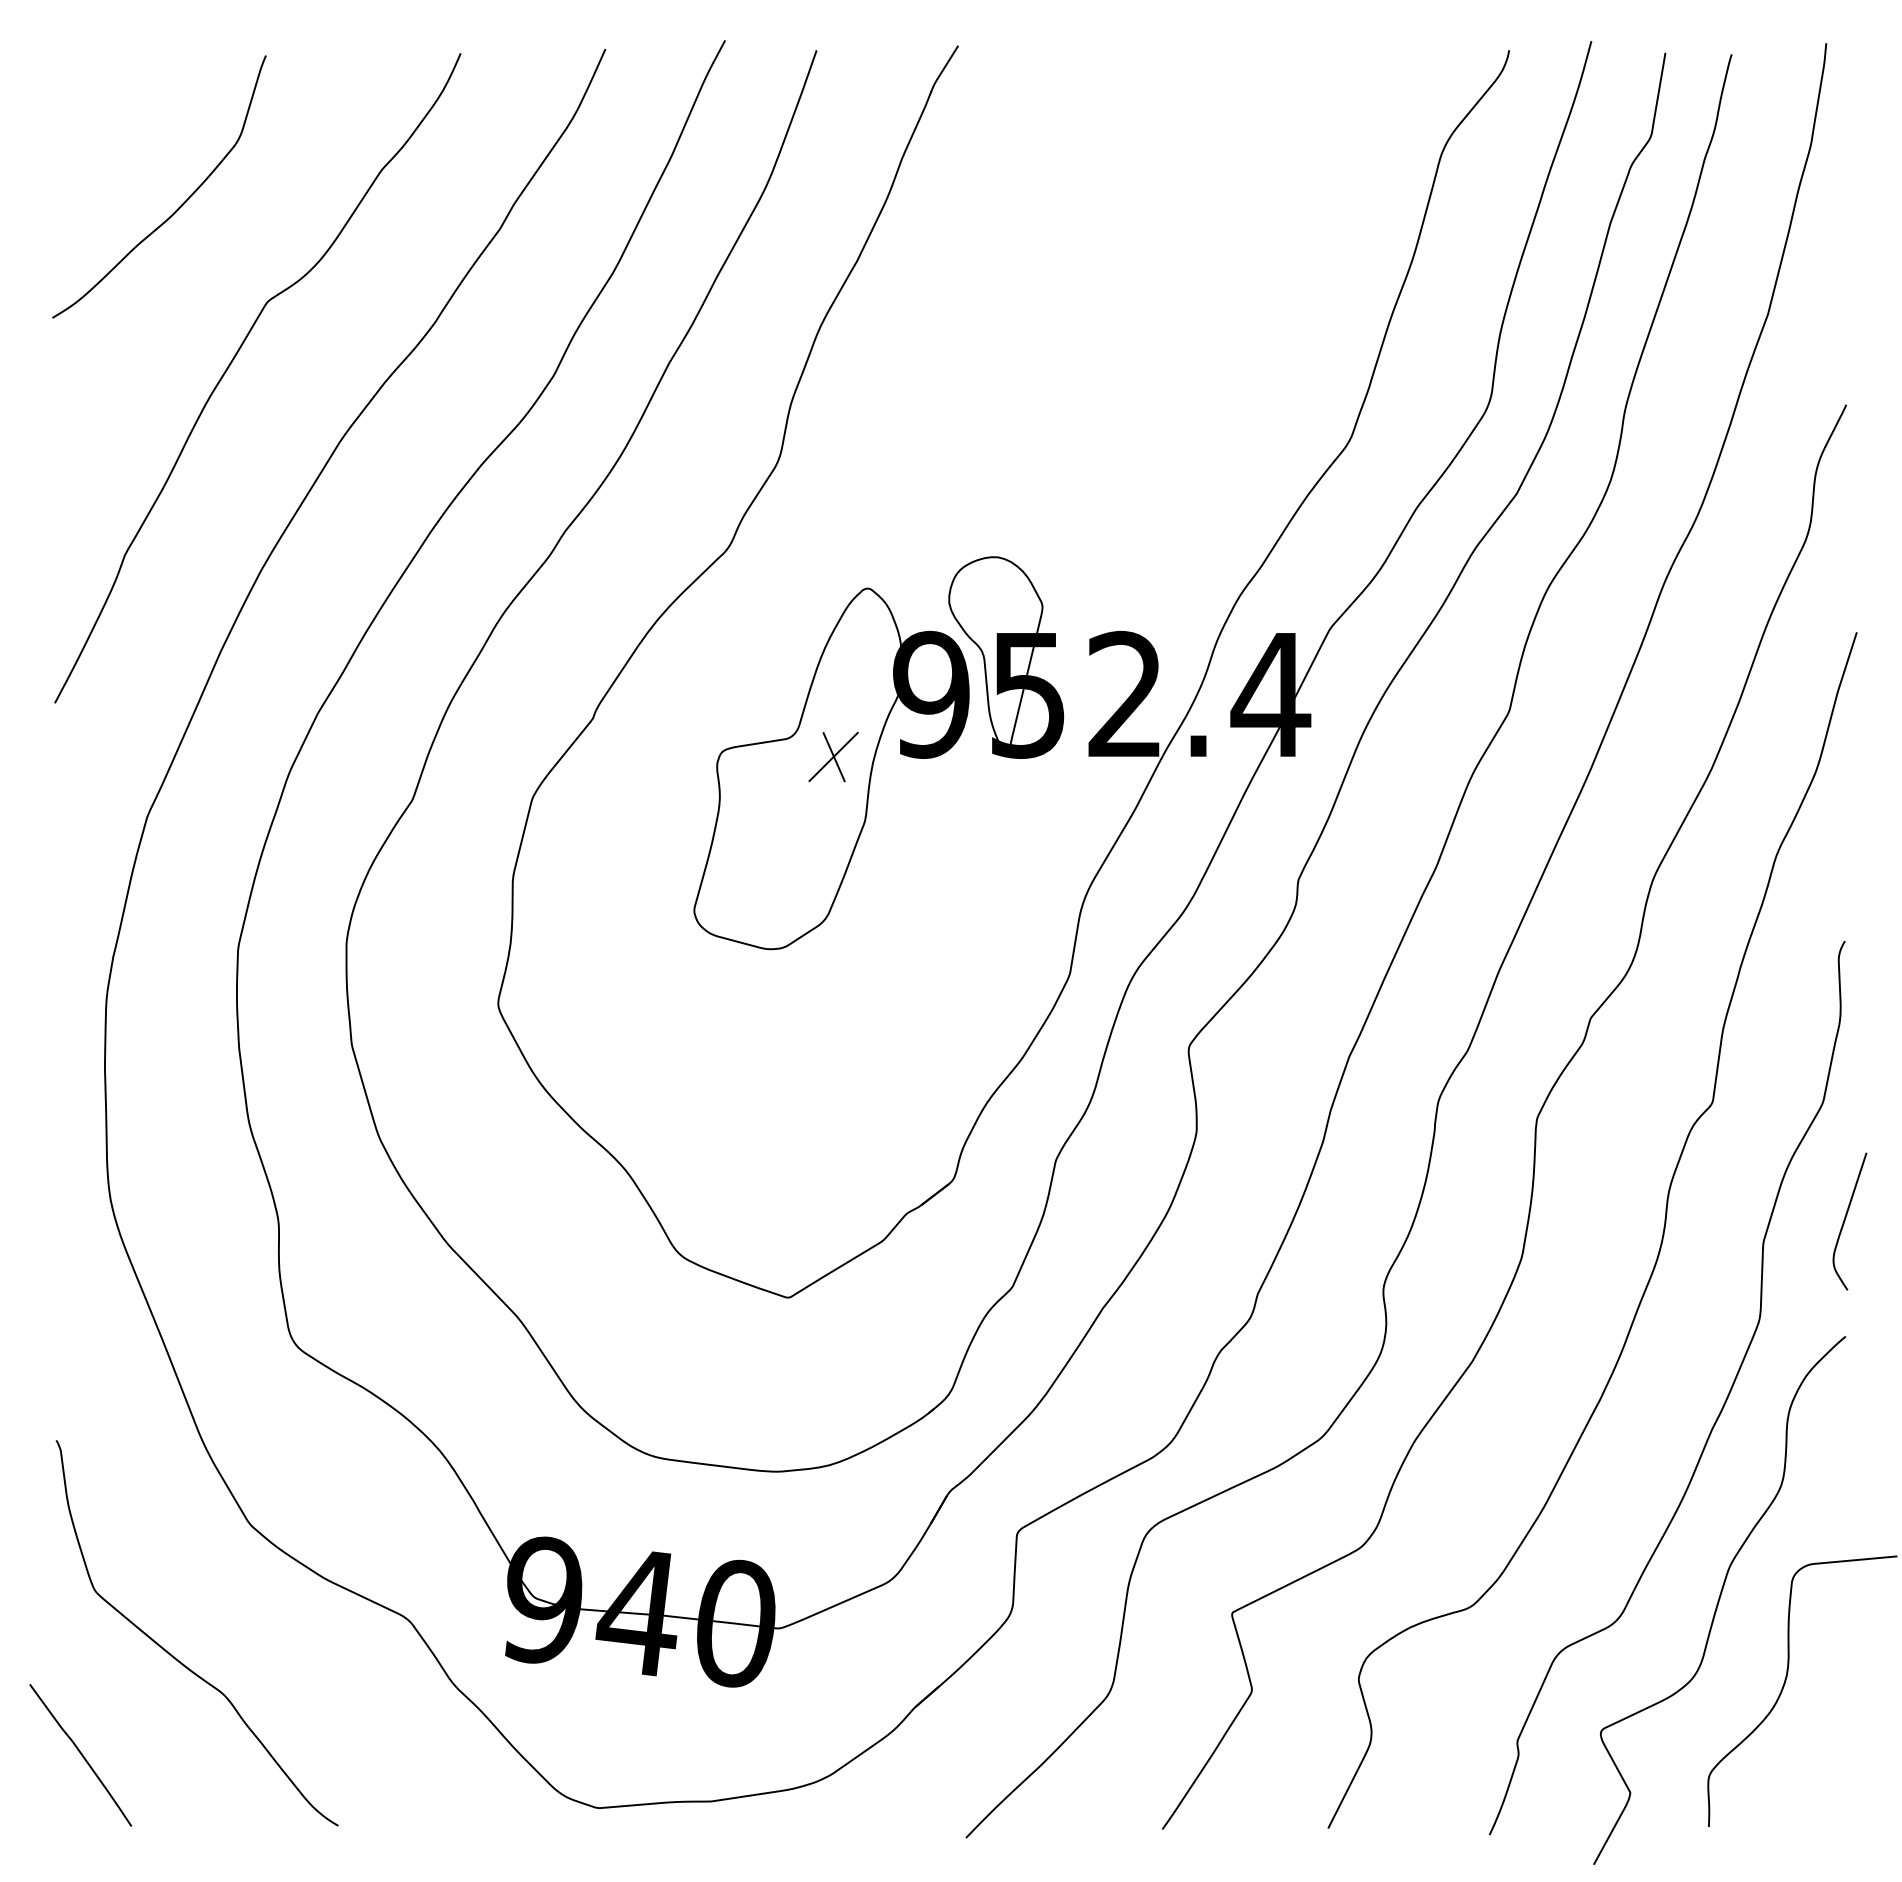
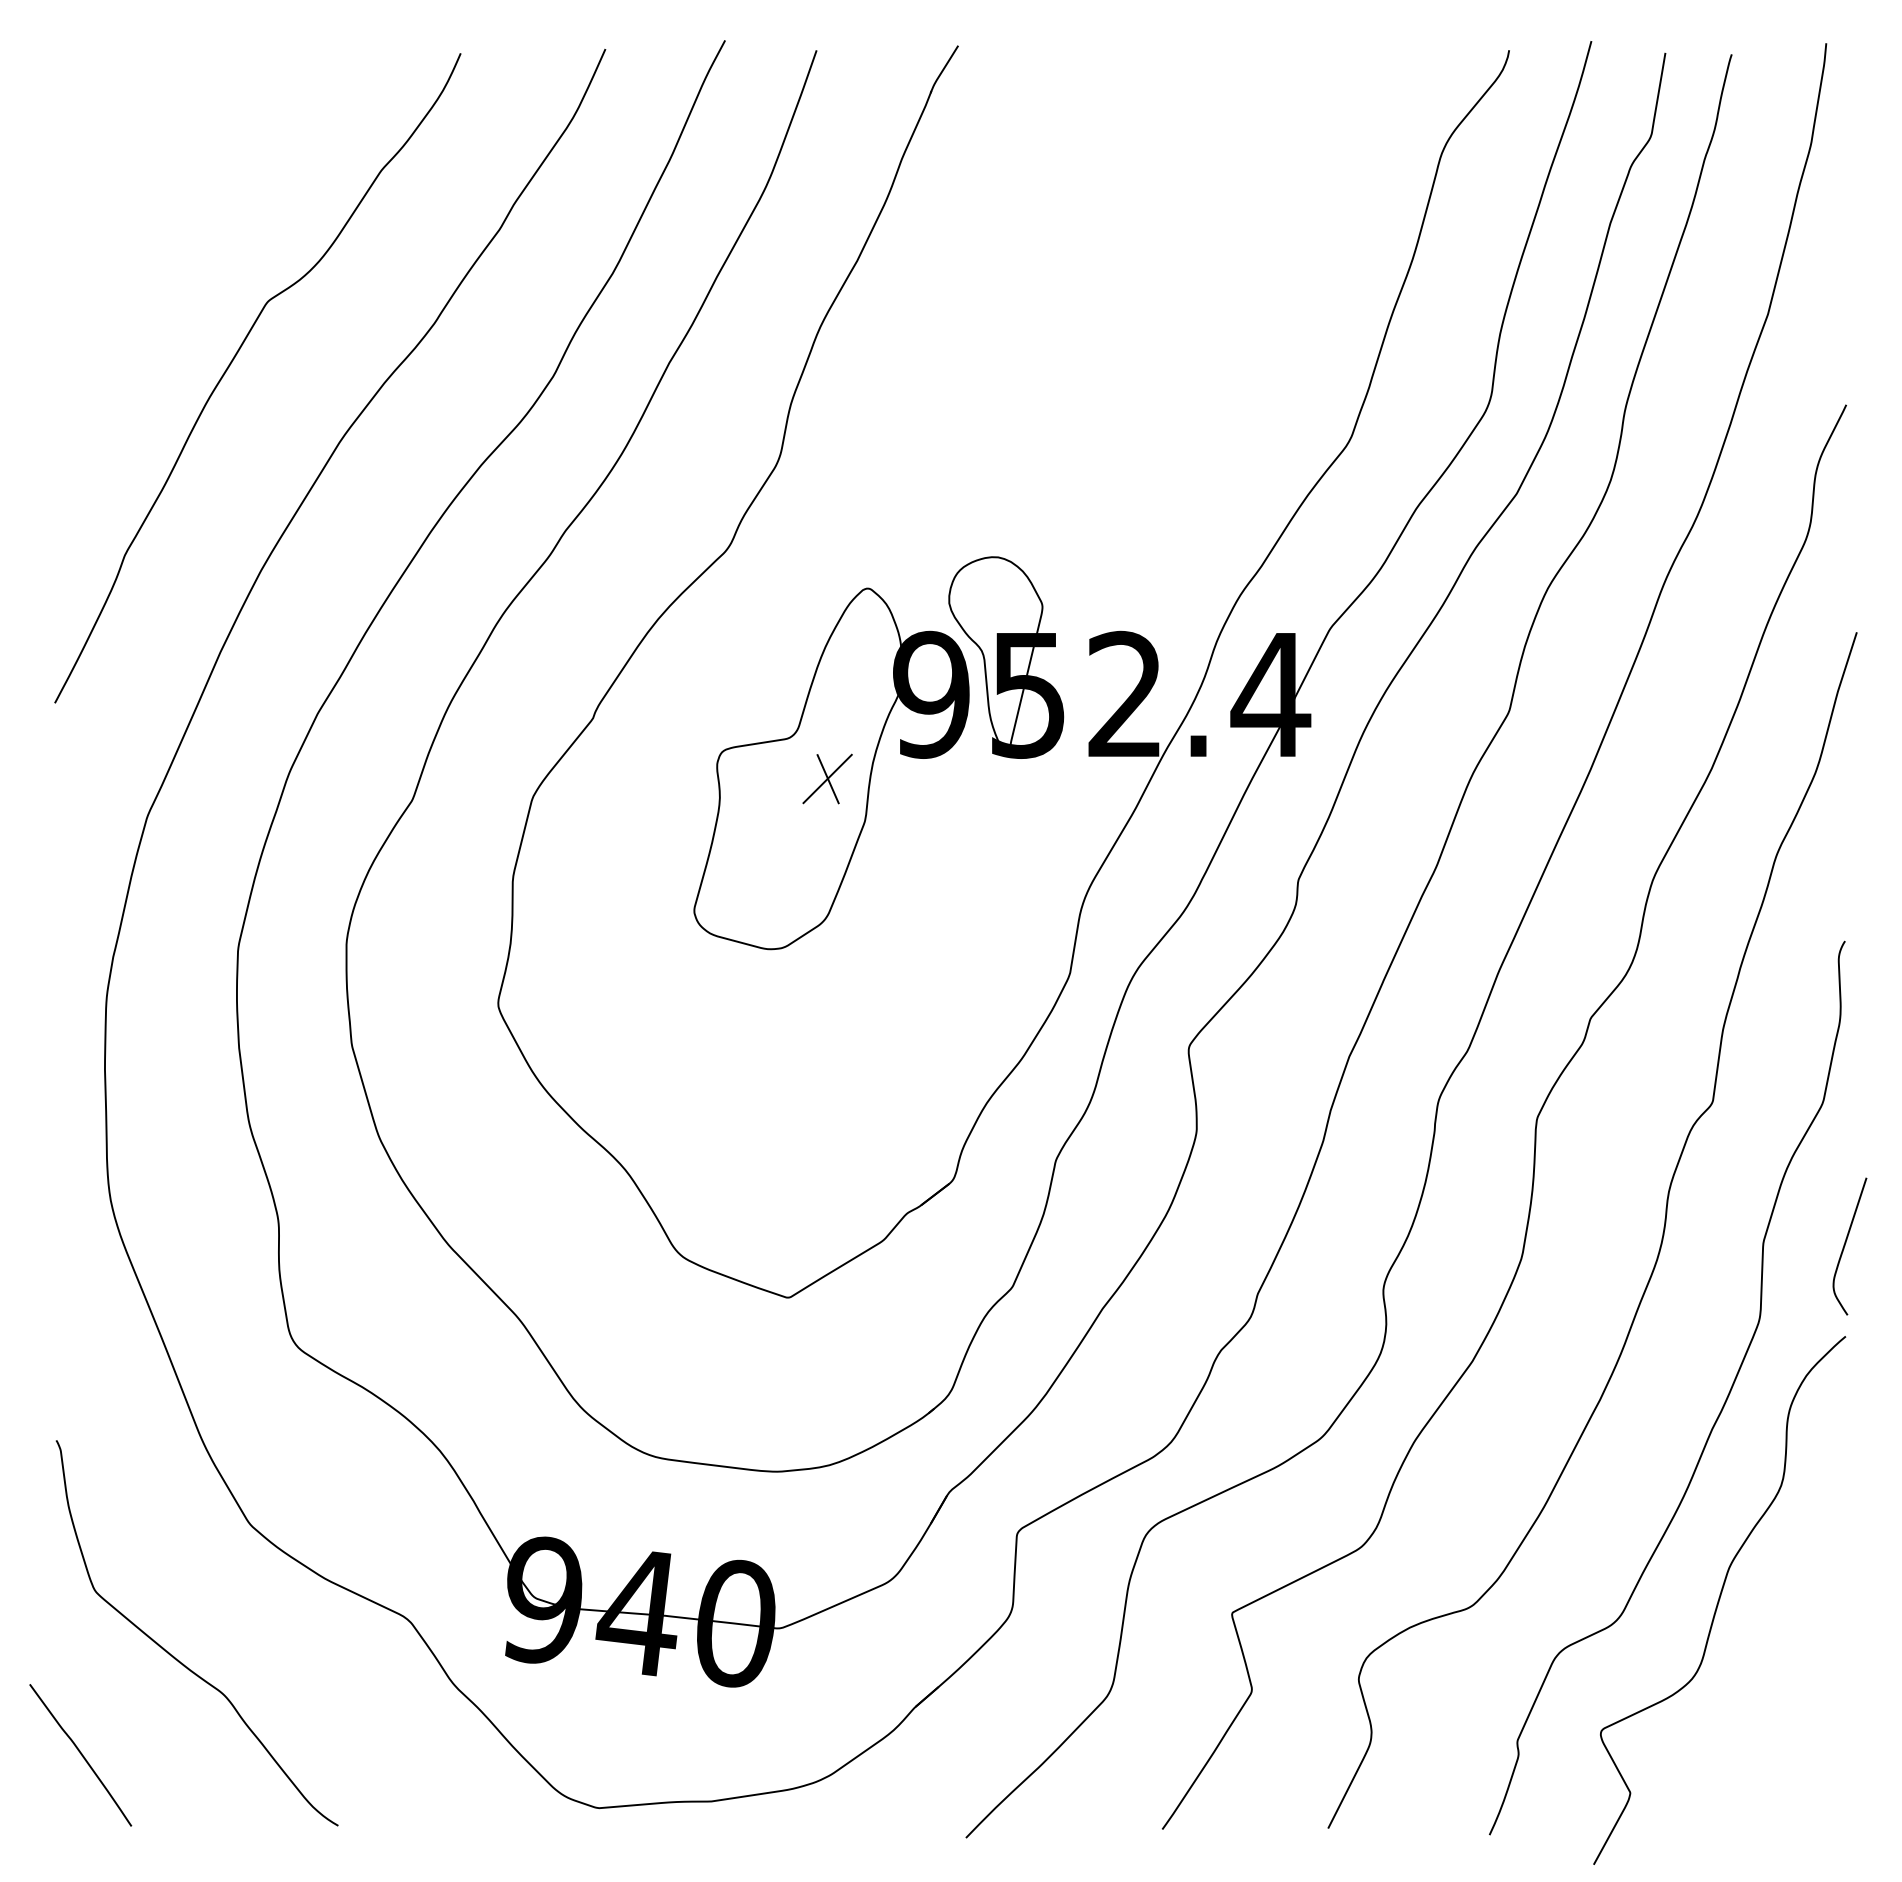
curve at (179, 206): present -> none
part at (833, 756) position: (833, 756) -> (827, 778)
curve at (1845, 1221) position: (1845, 1221) -> (1845, 1246)
curve at (1785, 1684): present -> none
